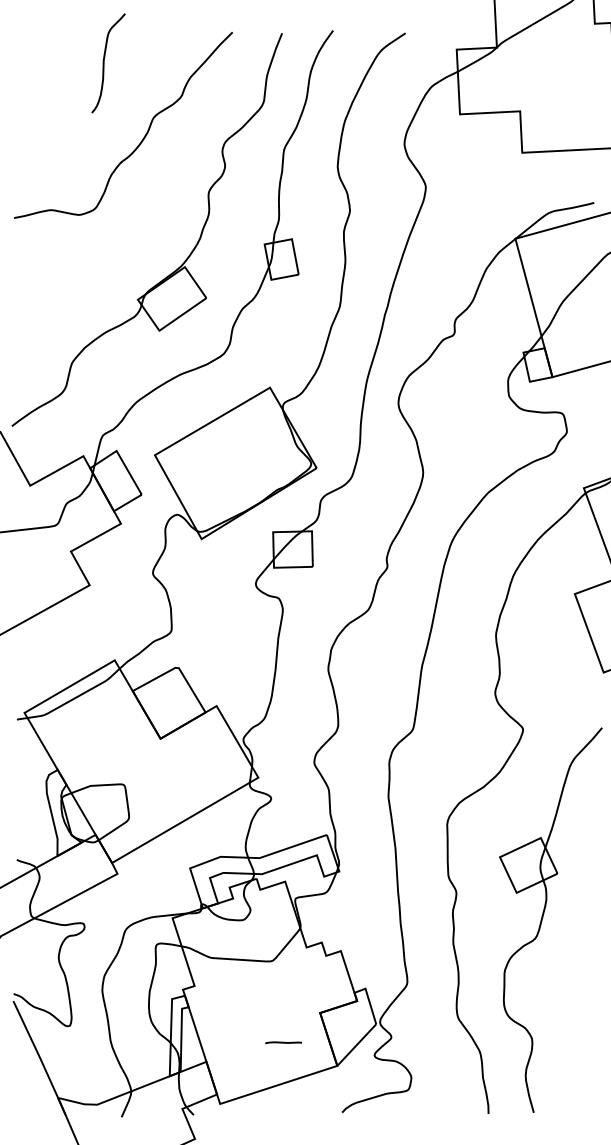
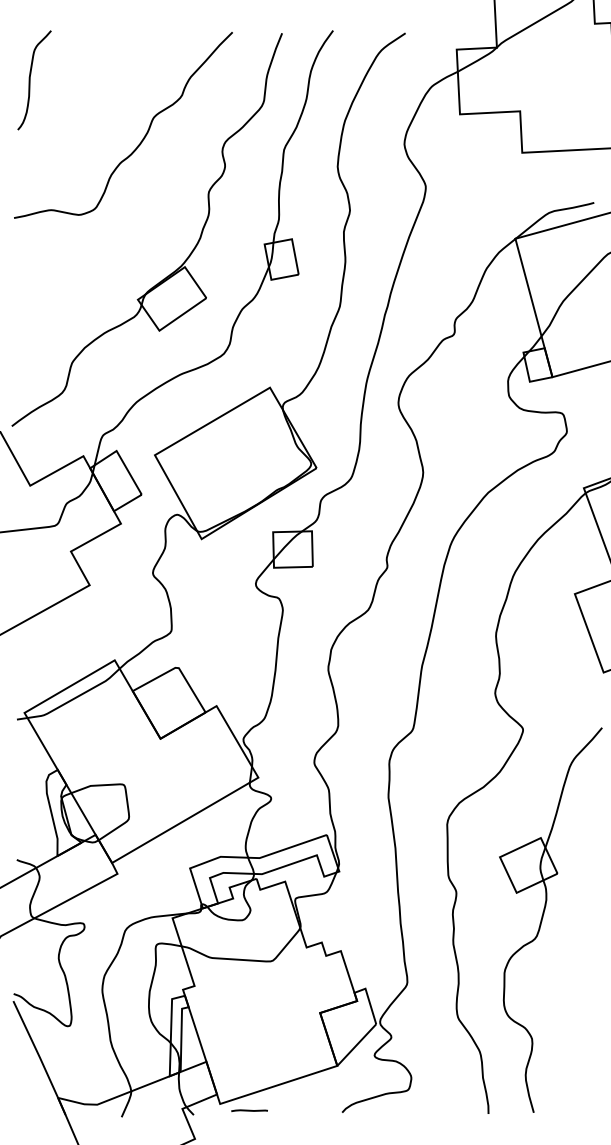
curve at (104, 63) position: (104, 63) -> (30, 80)
line at (283, 1042) position: (283, 1042) -> (249, 1110)
